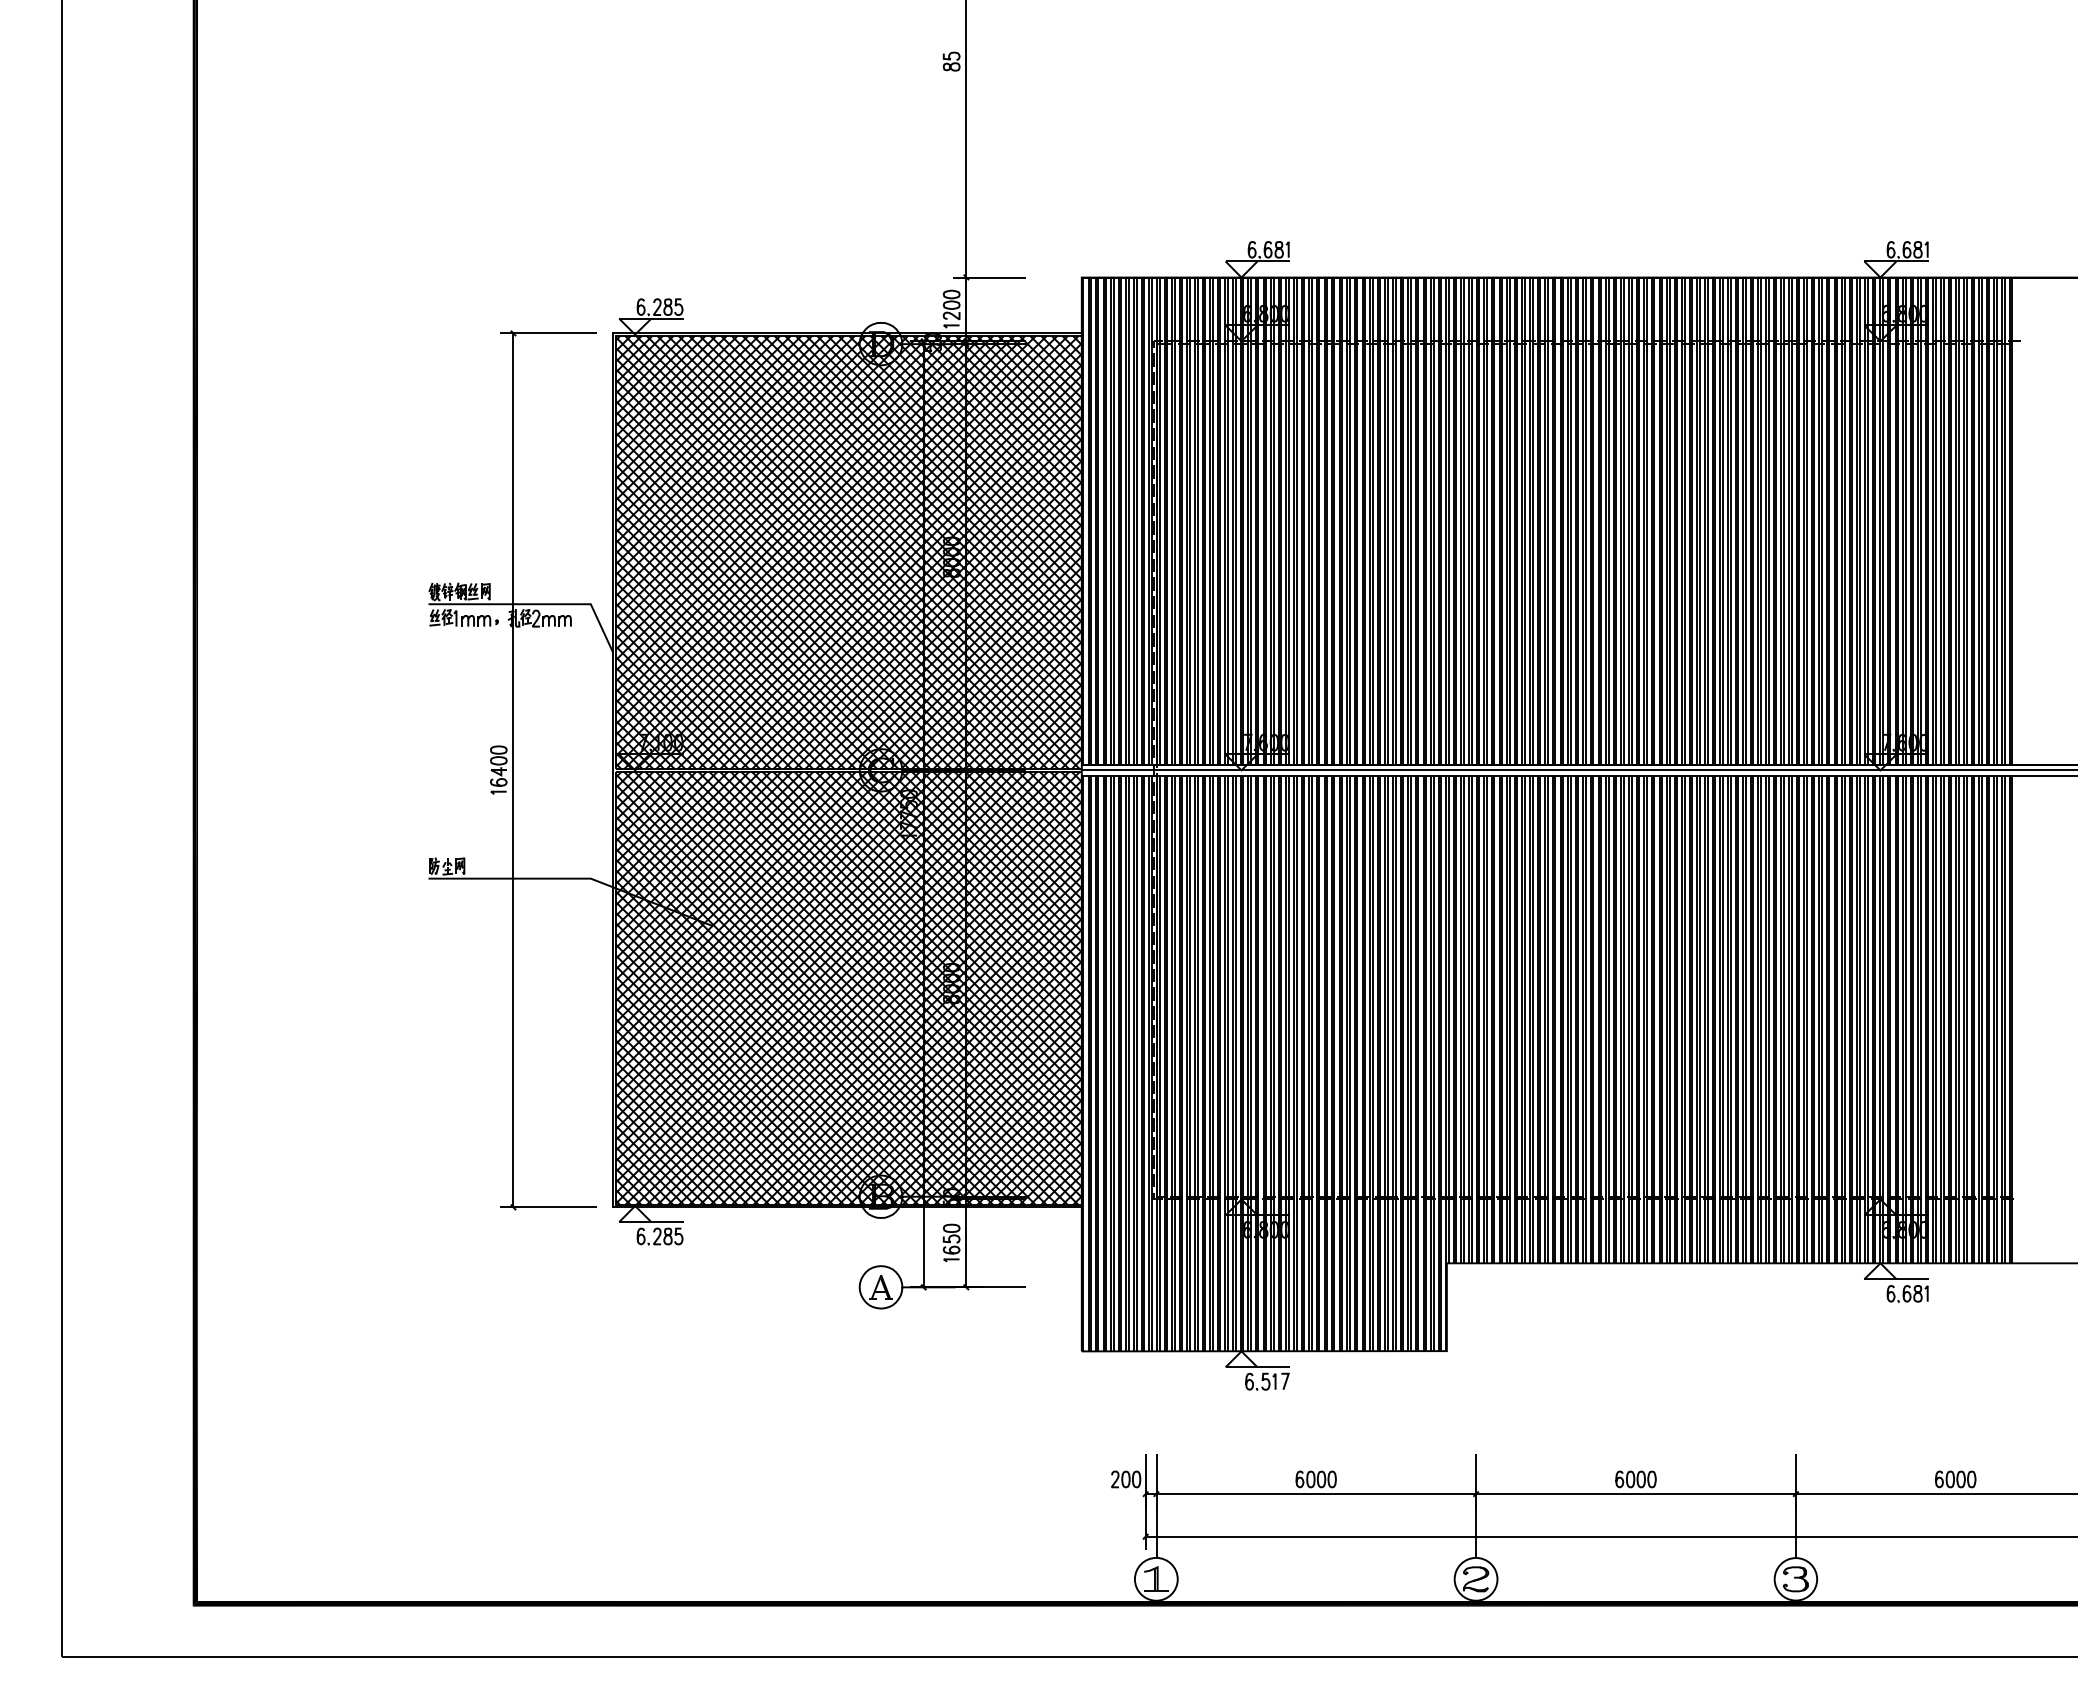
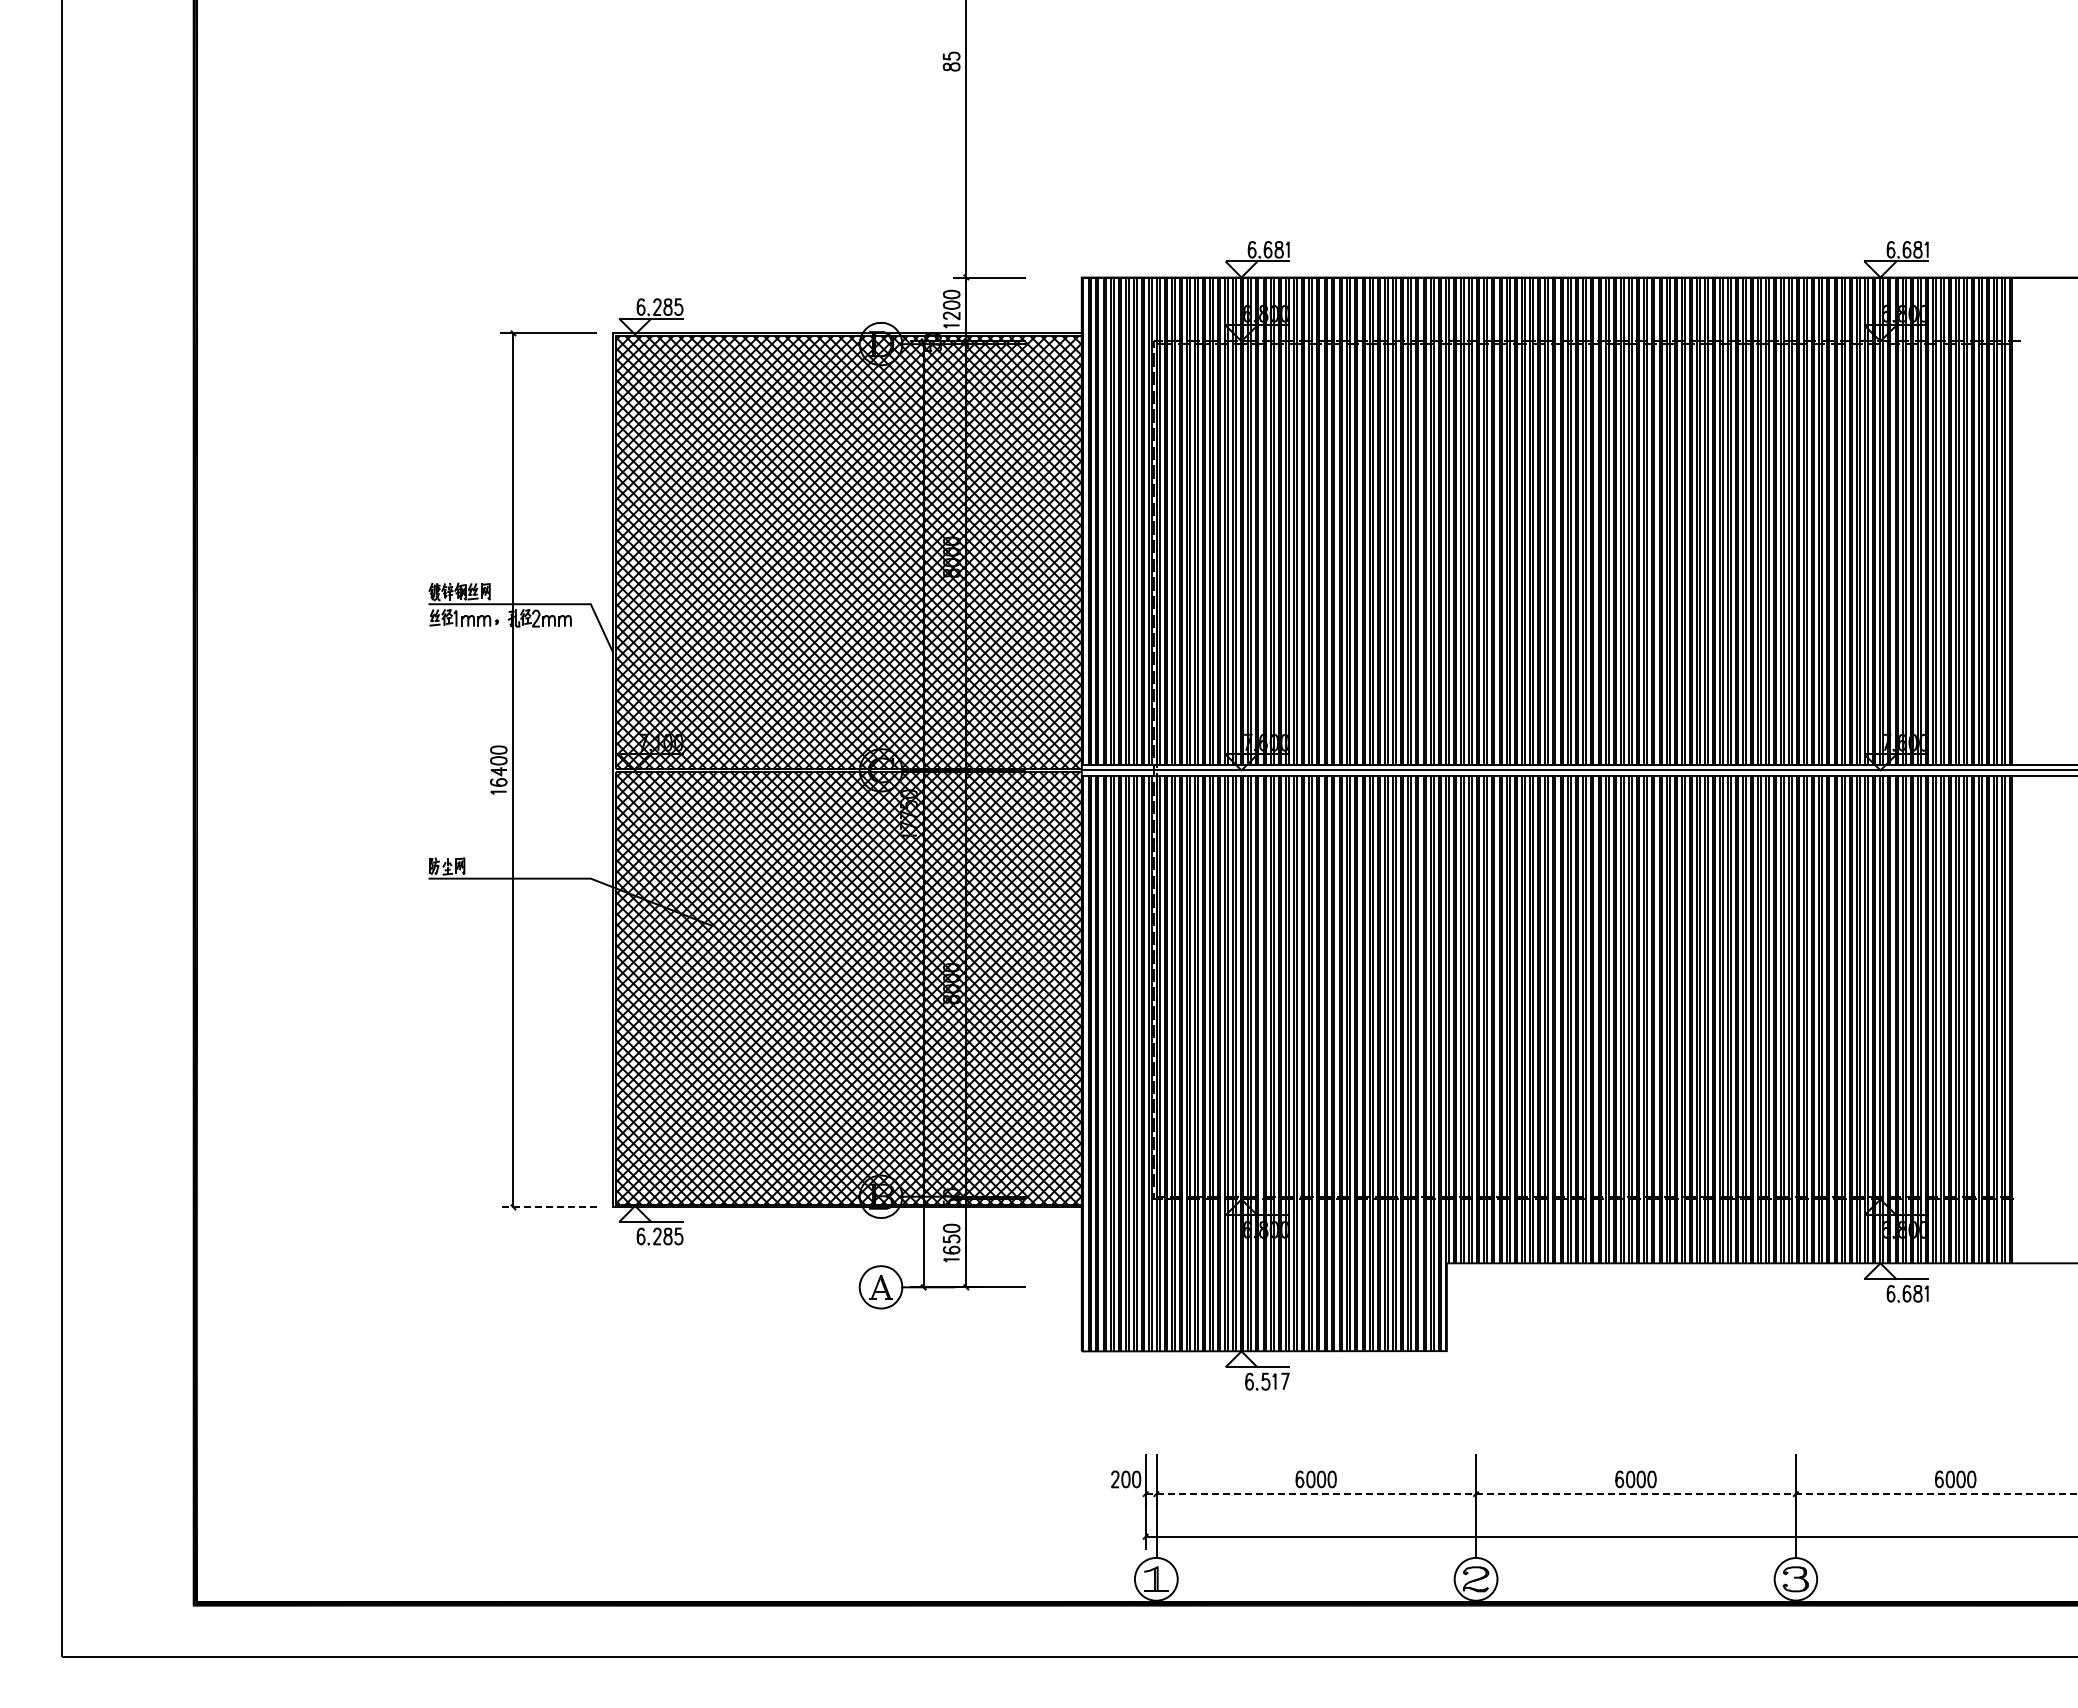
line at (548, 1207): solid -> dashed
line at (1611, 1494): solid -> dashed
